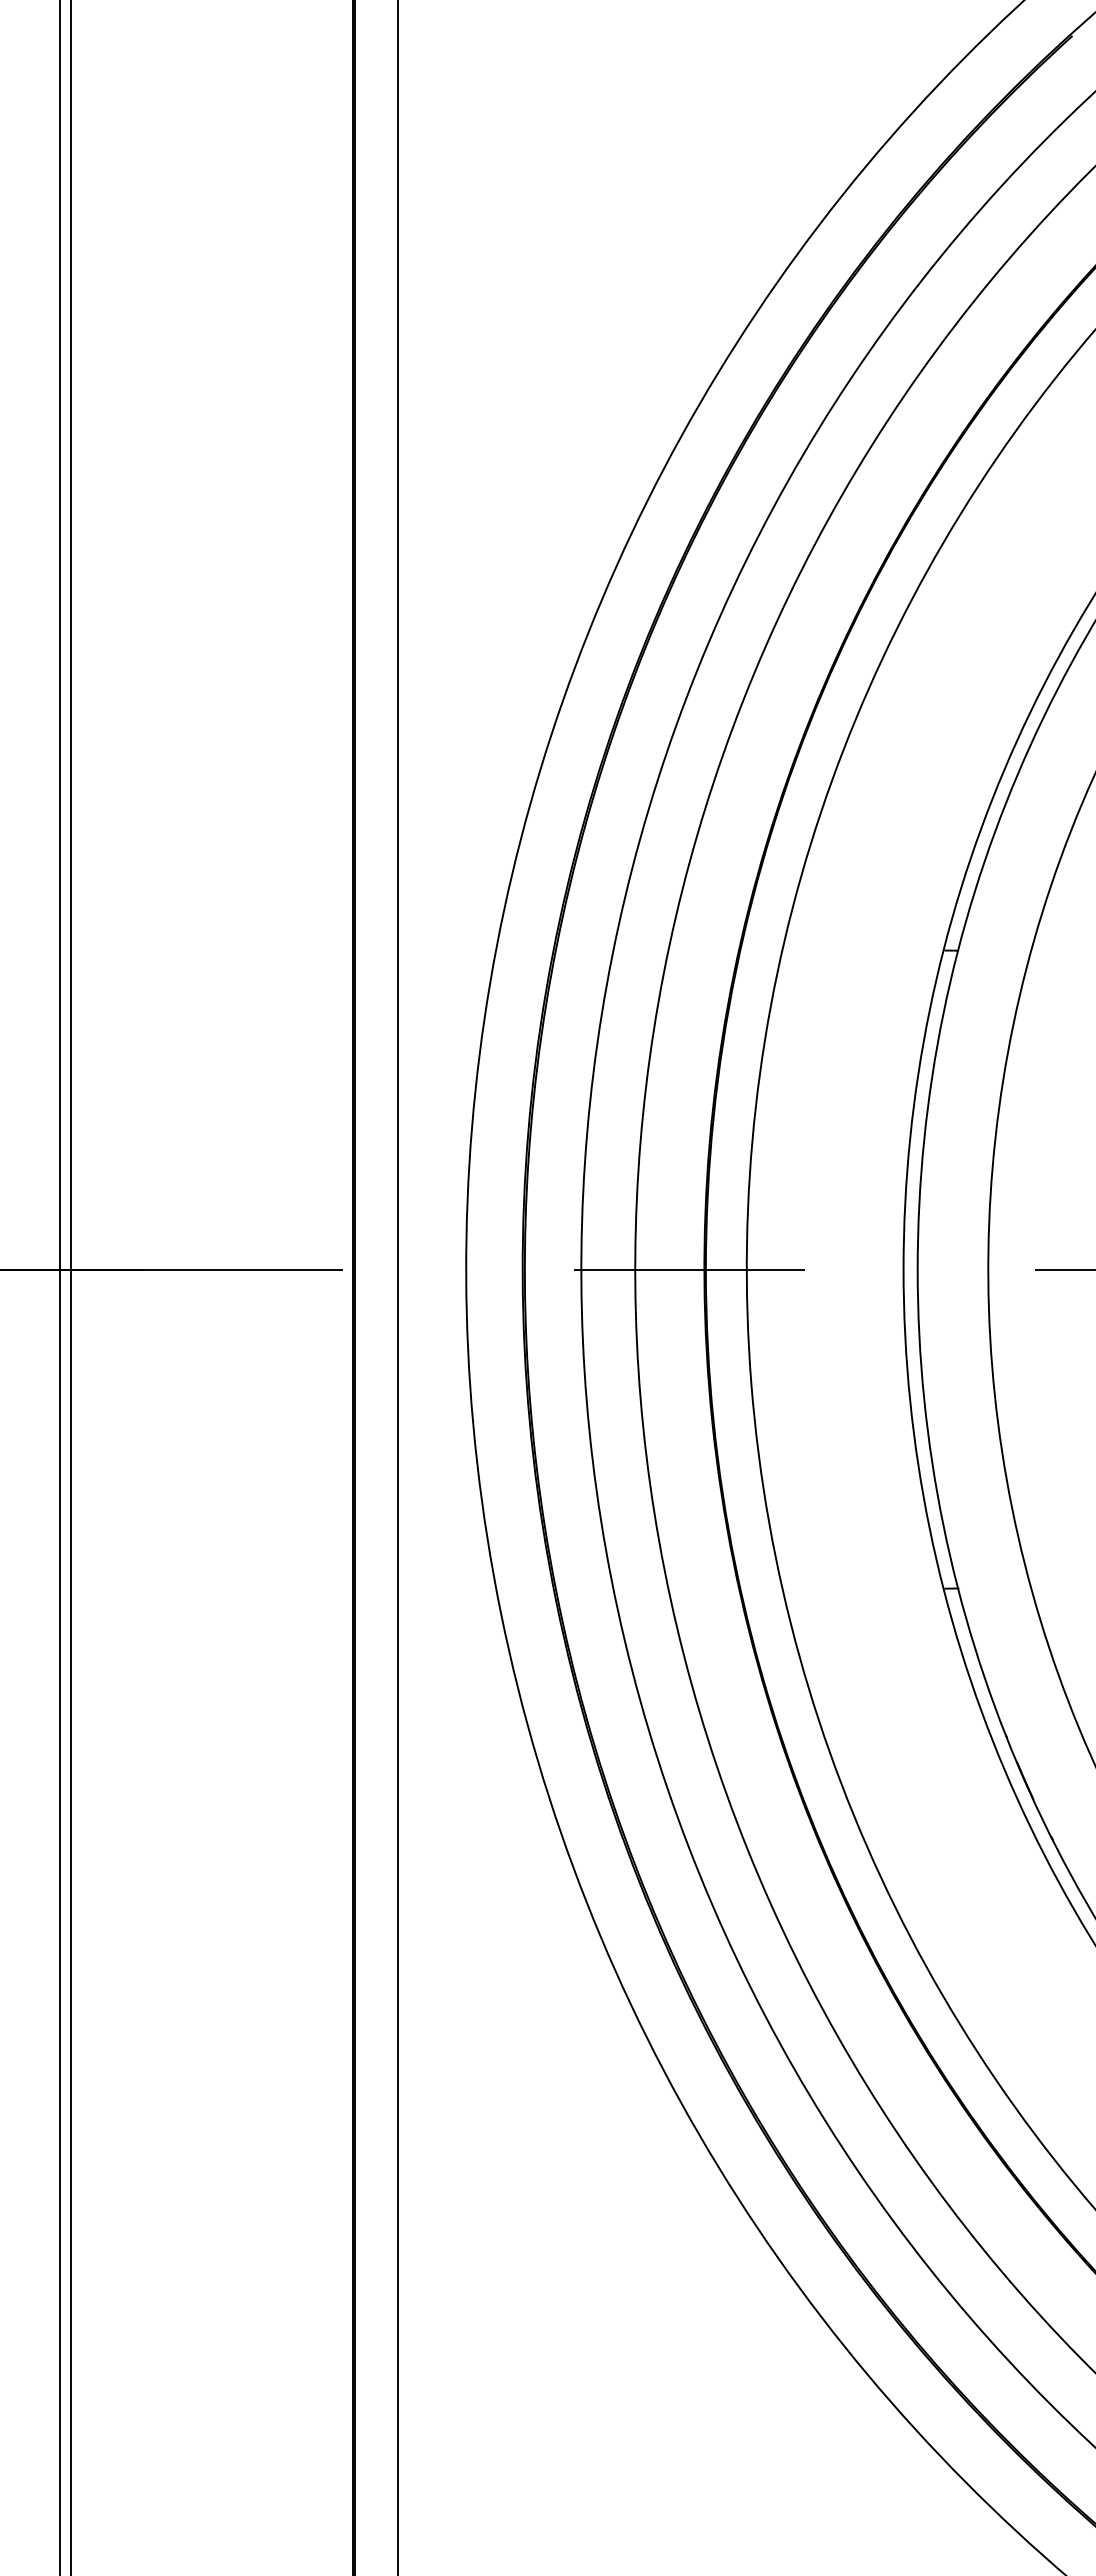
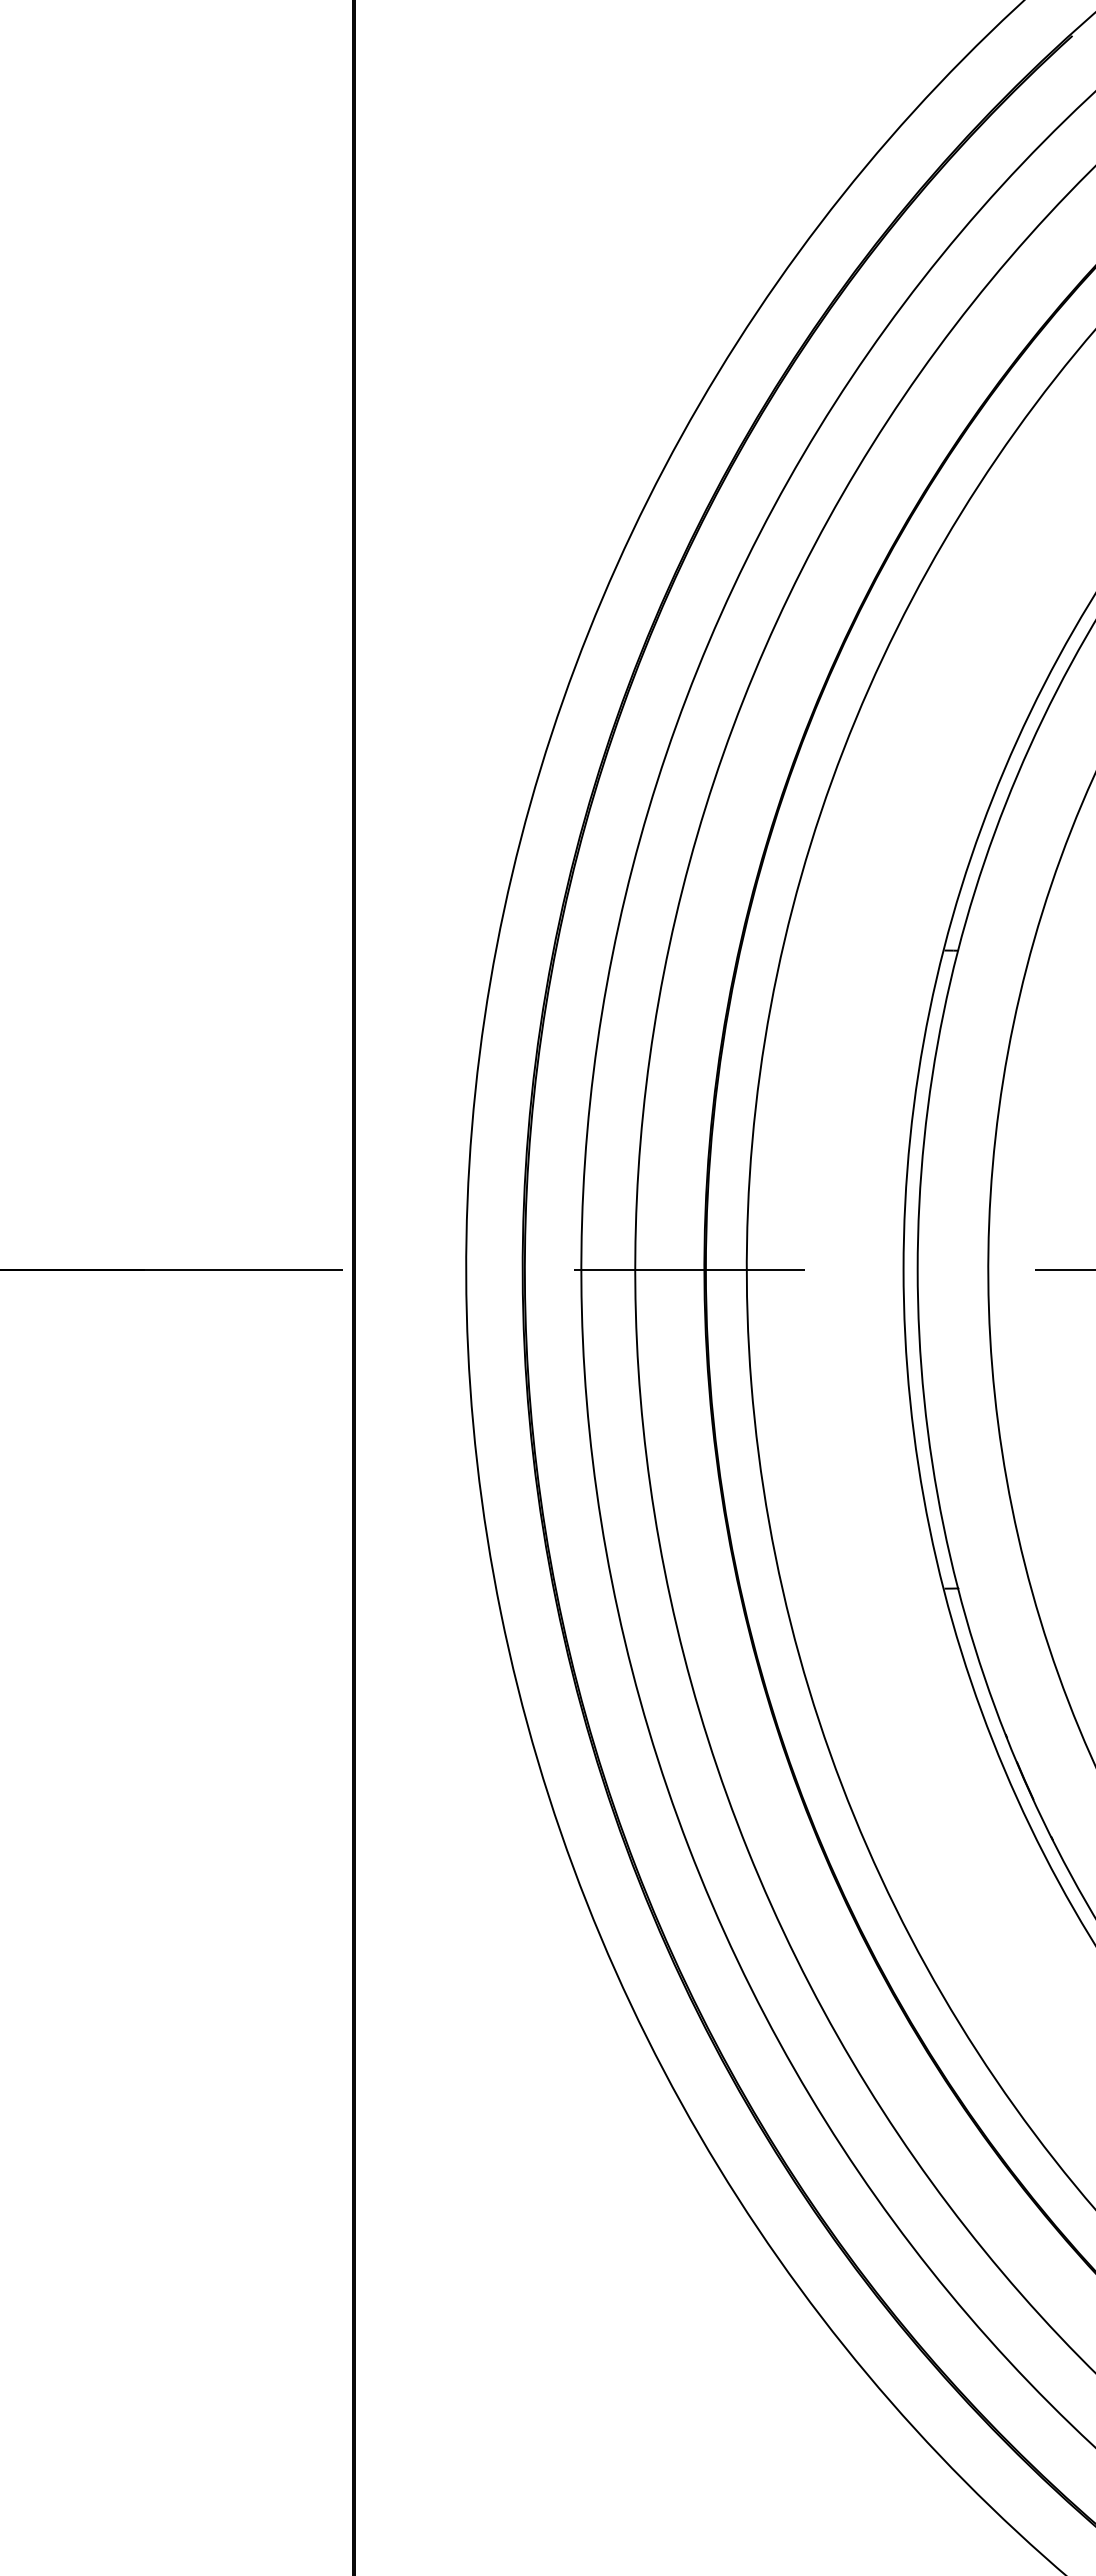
line at (60, 1287): present -> none
line at (70, 1287): present -> none
line at (397, 1287): present -> none
